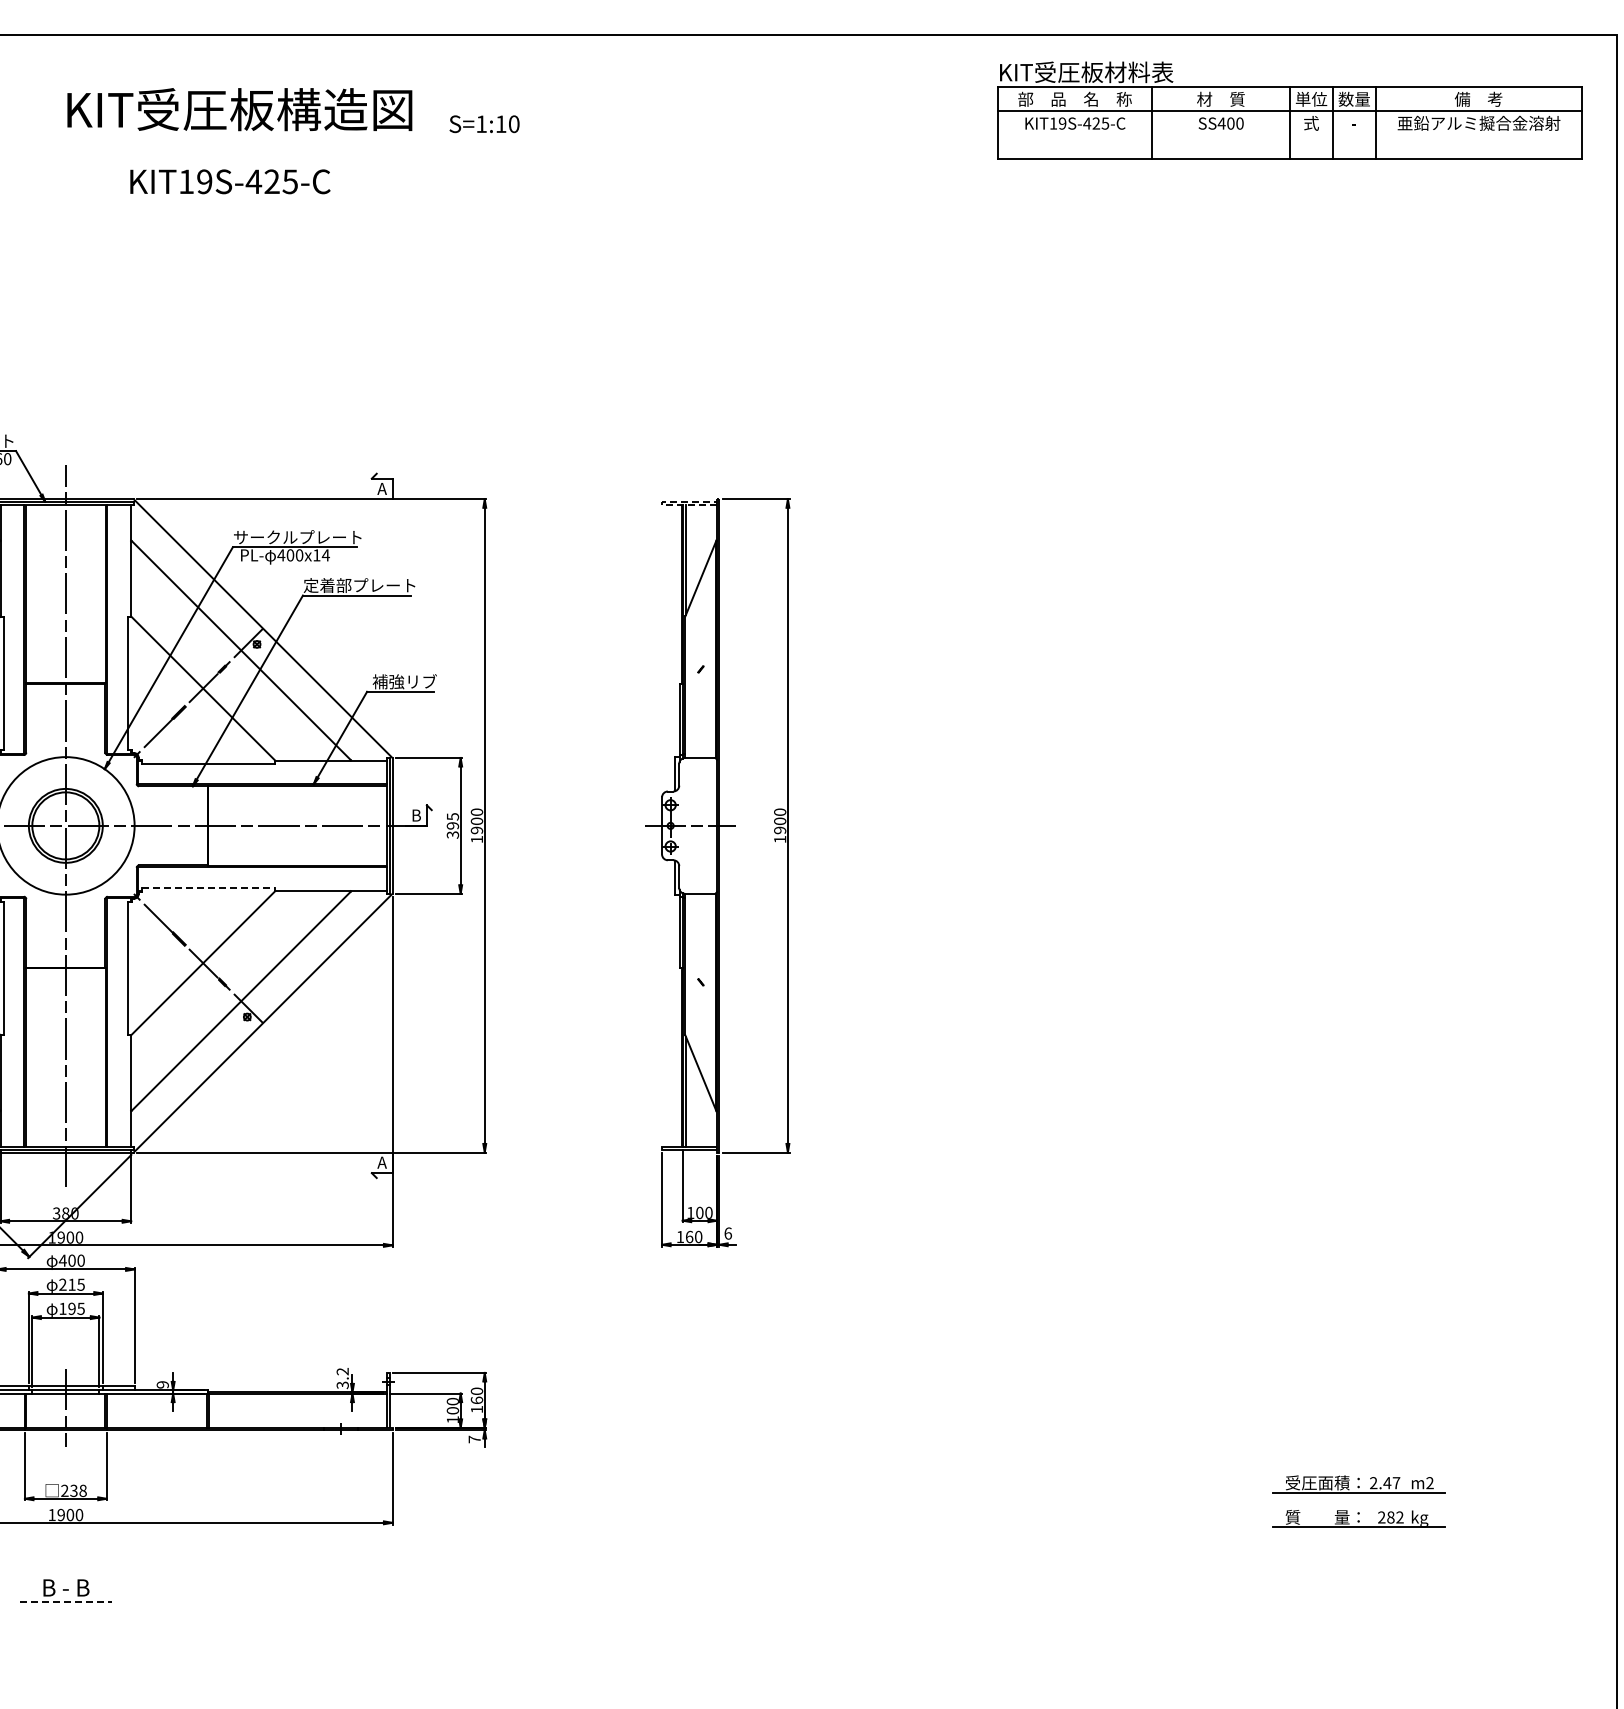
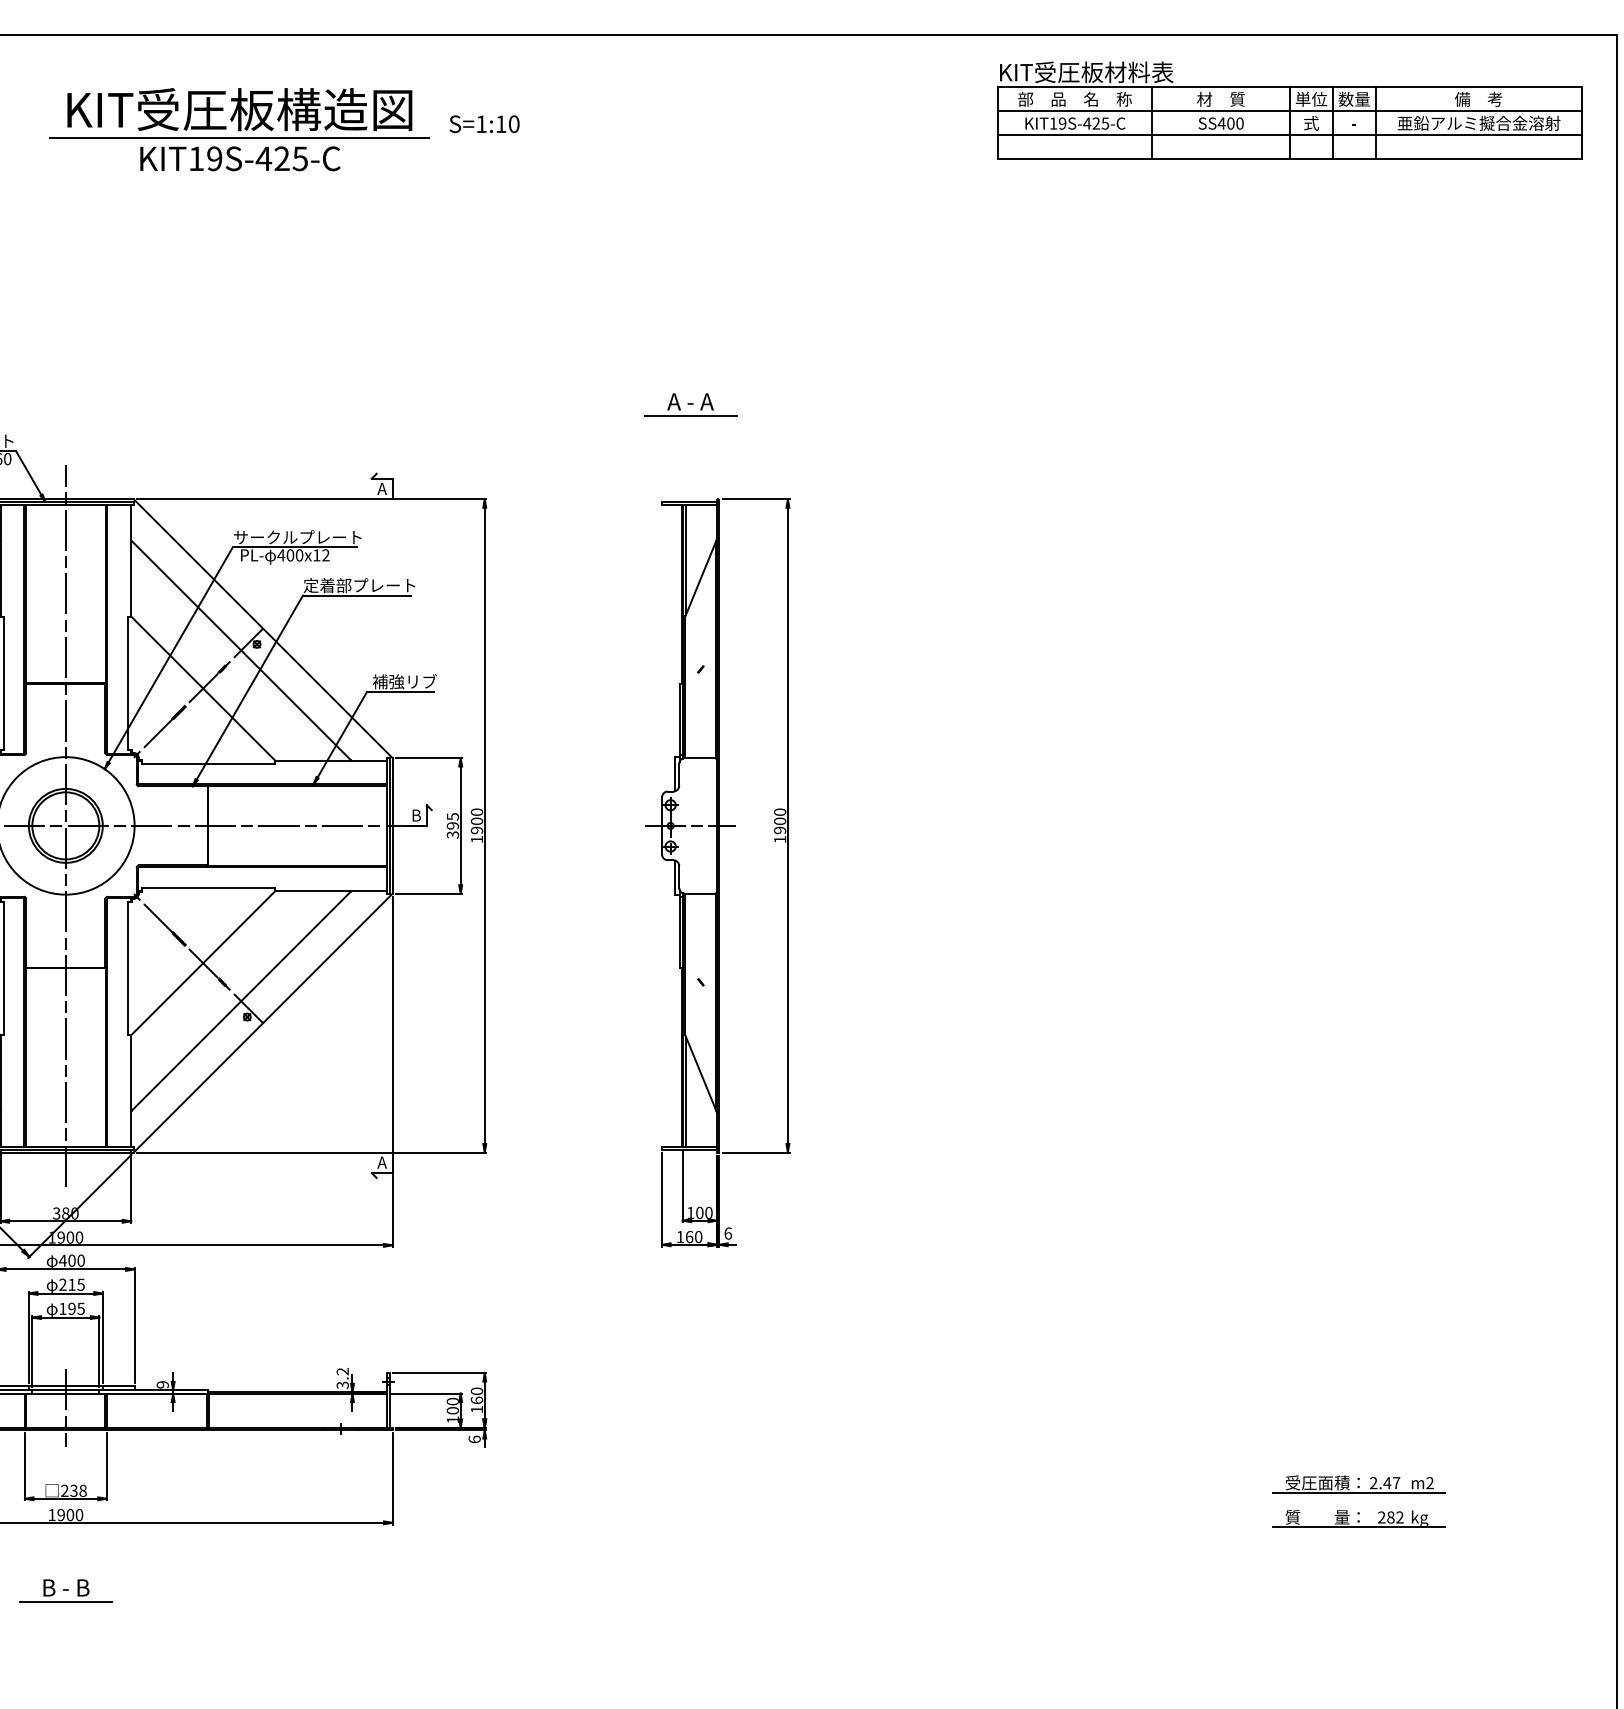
line at (1289, 134): none -> present
line at (239, 138): none -> present
text at (230, 181) position: (230, 181) -> (240, 158)
part at (690, 404): none -> present
line at (662, 503): dashed -> solid
text at (325, 555): 400x14 -> 400x12
line at (208, 887): dashed -> solid
text at (474, 1439): 7 -> 6
line at (65, 1601): dashed -> solid
